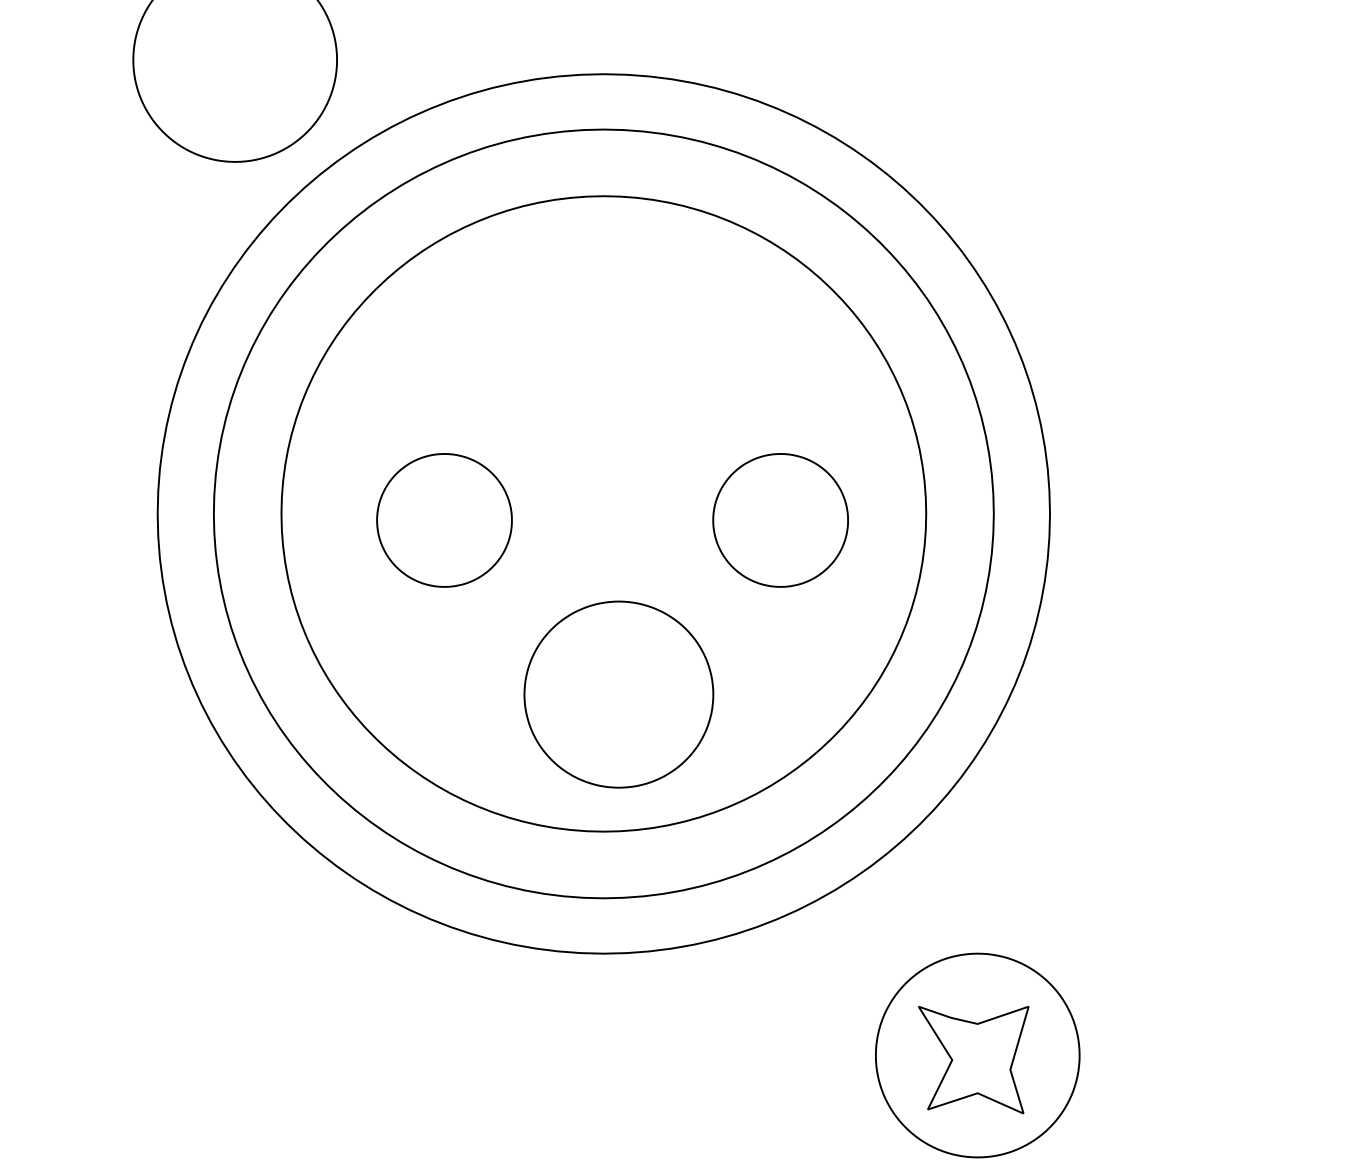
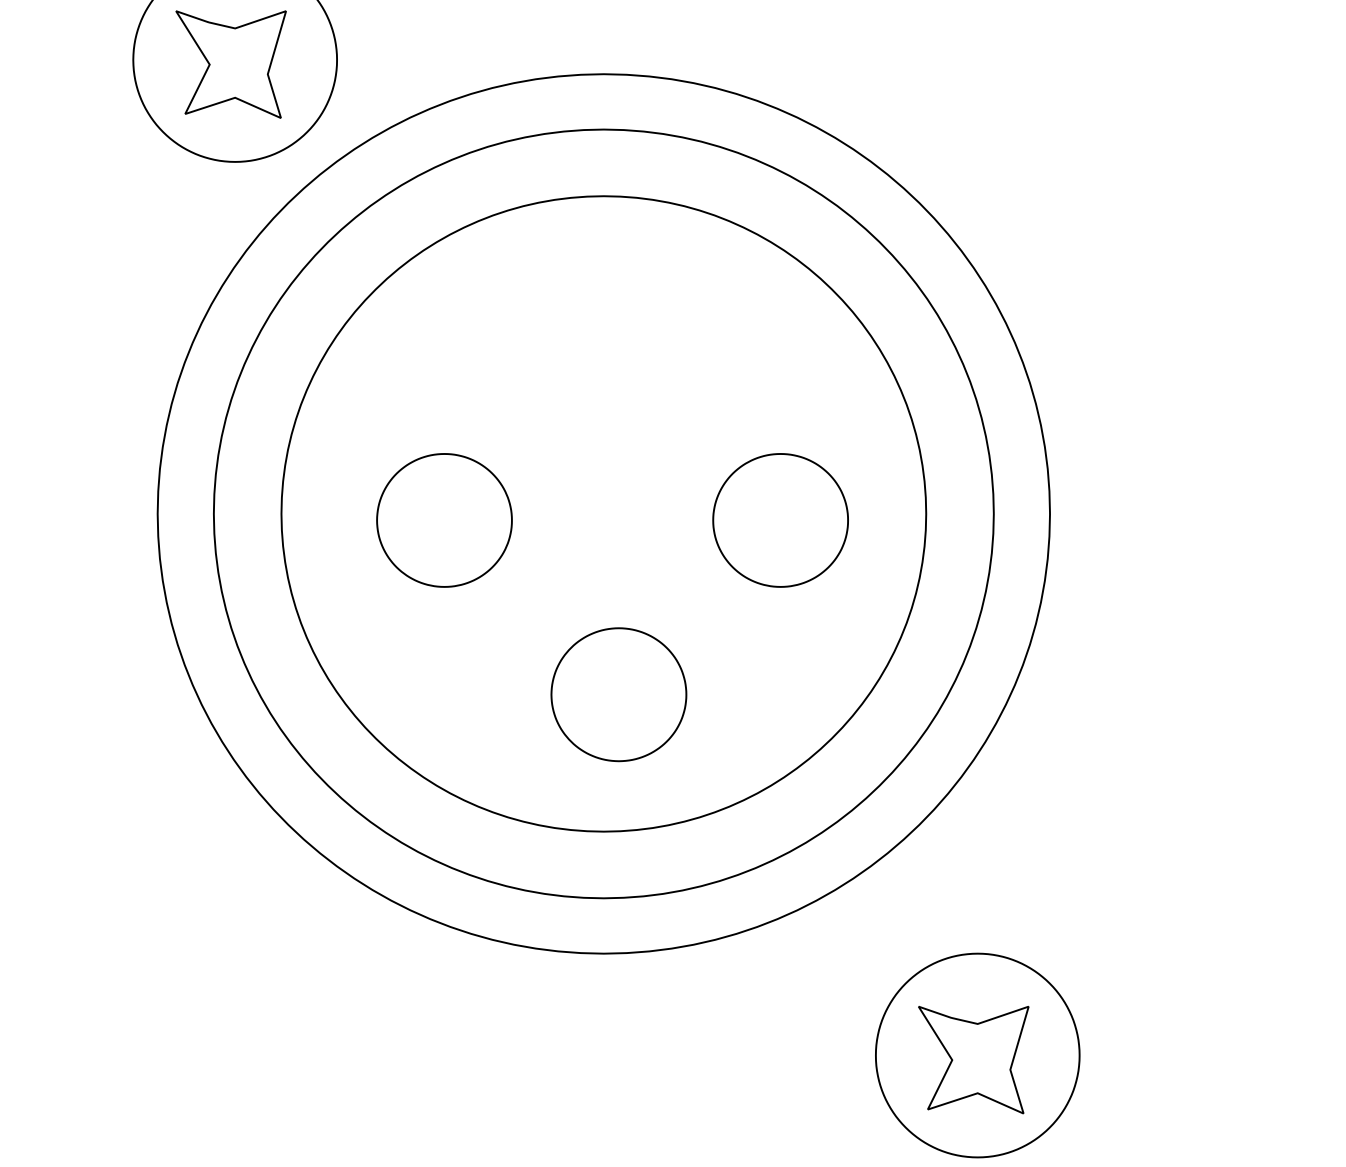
part at (230, 64): none -> present
part at (618, 694) size: 192x189 px -> 138x136 px
